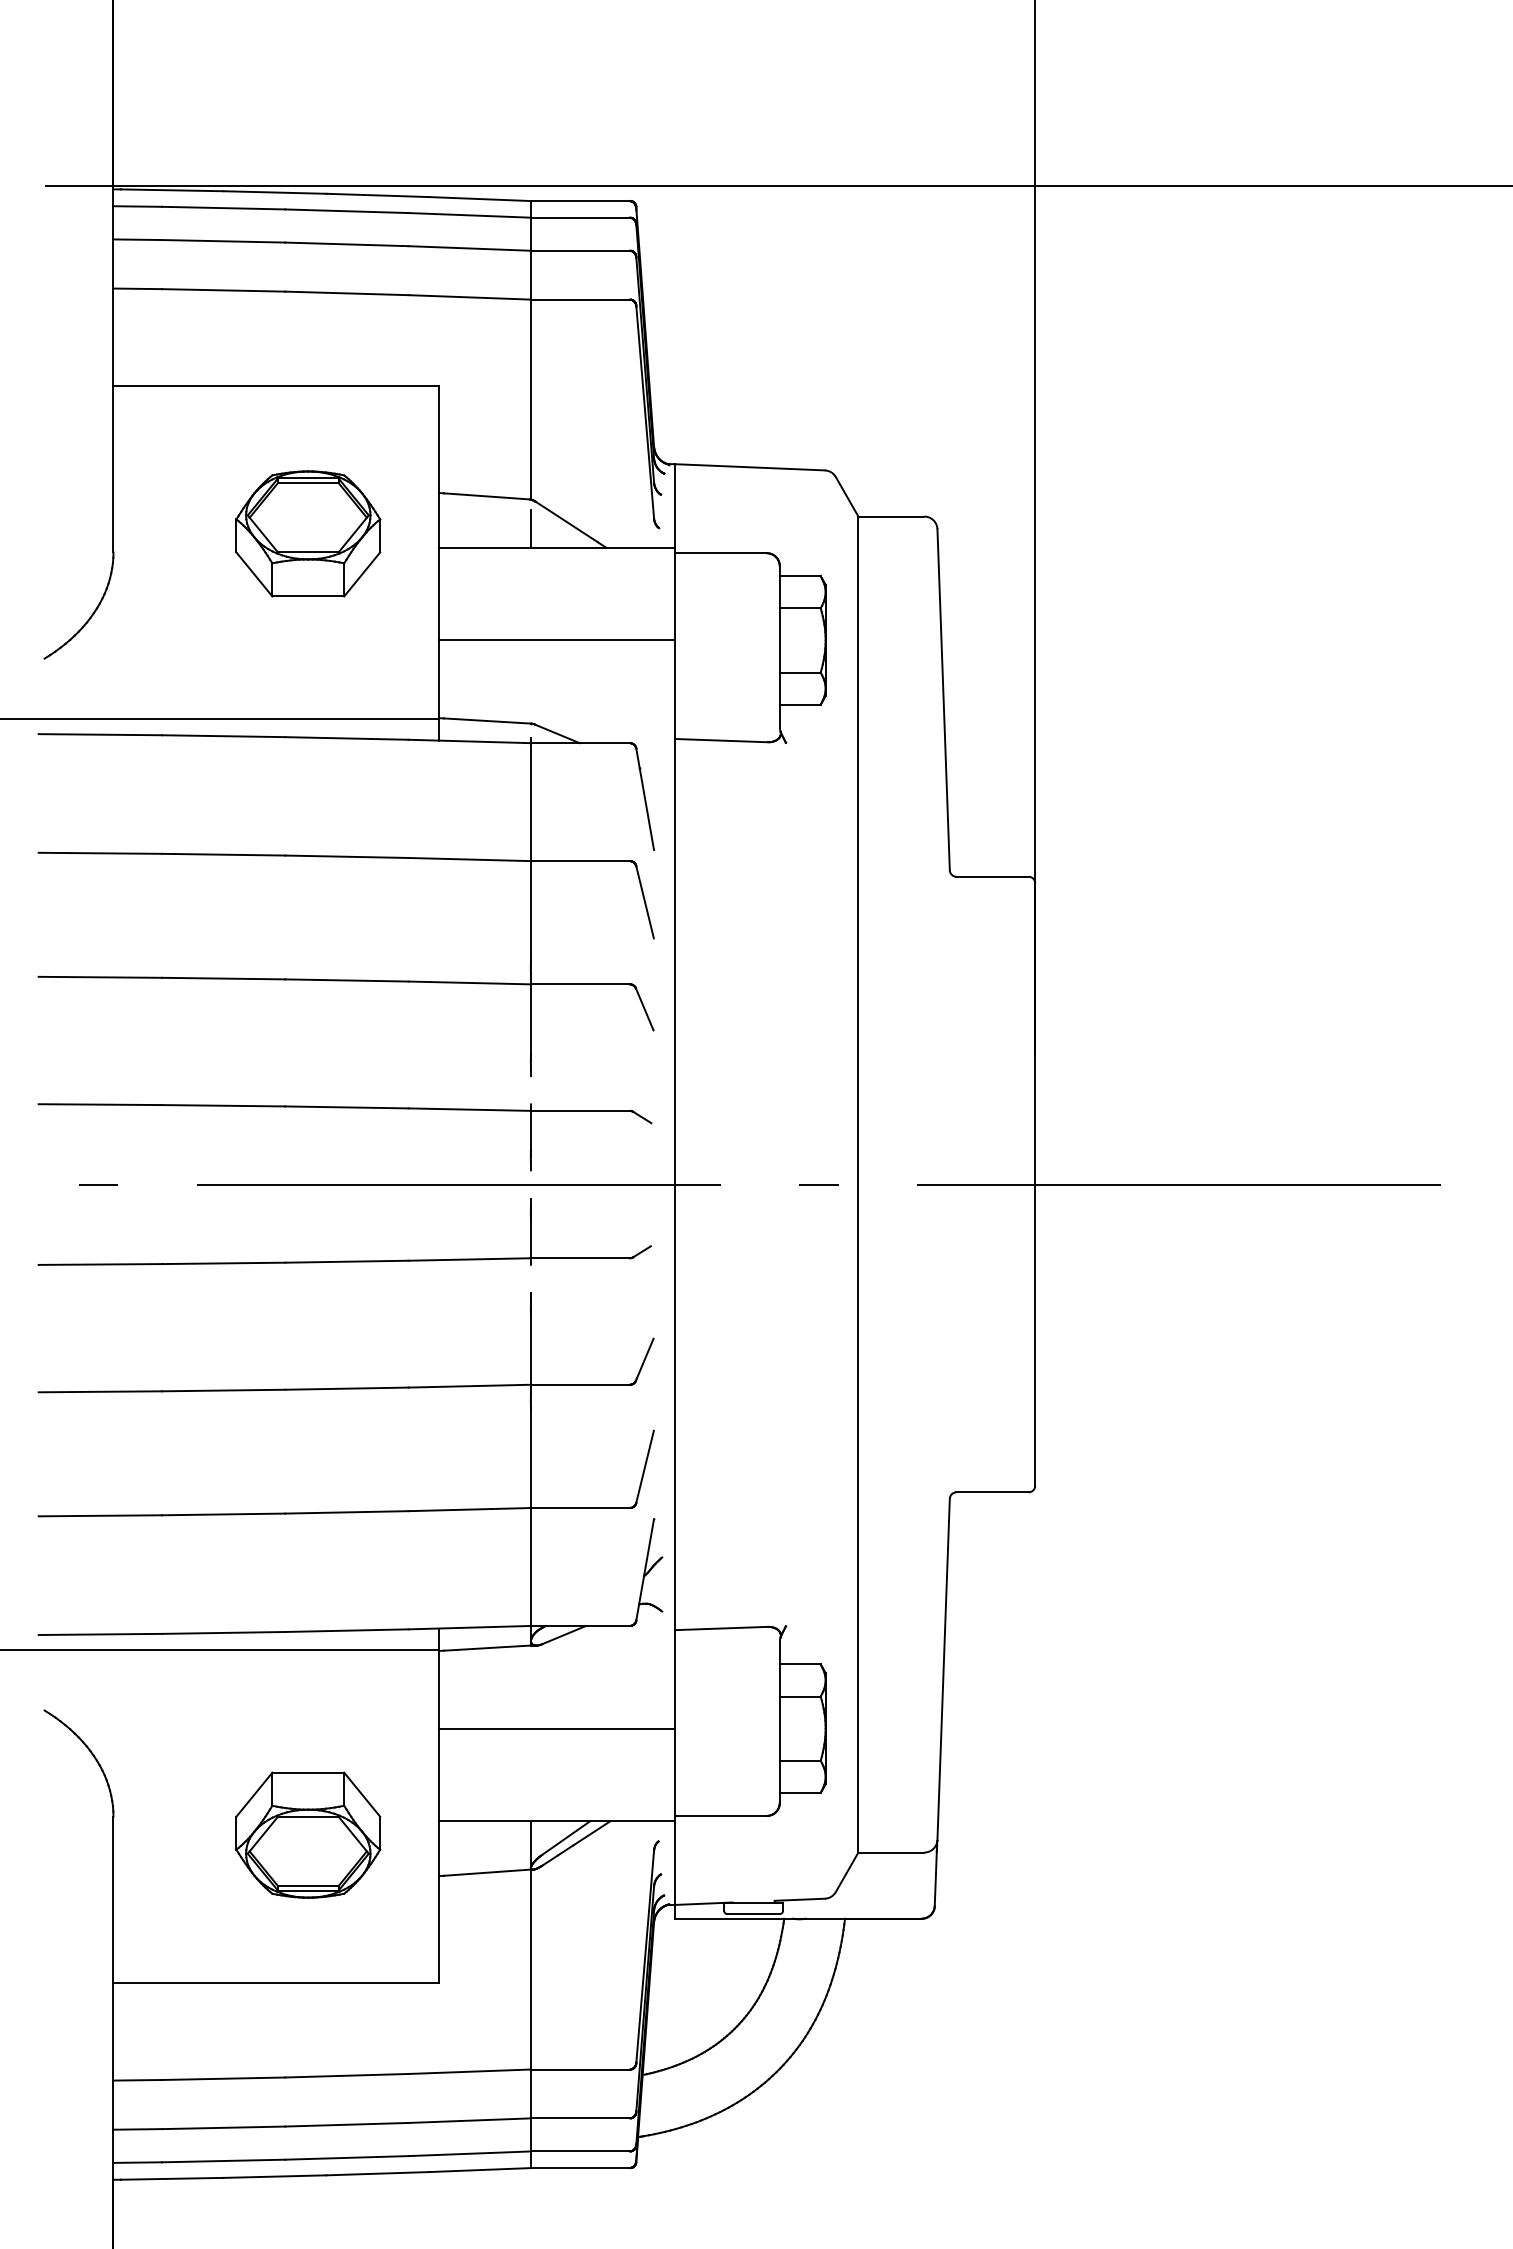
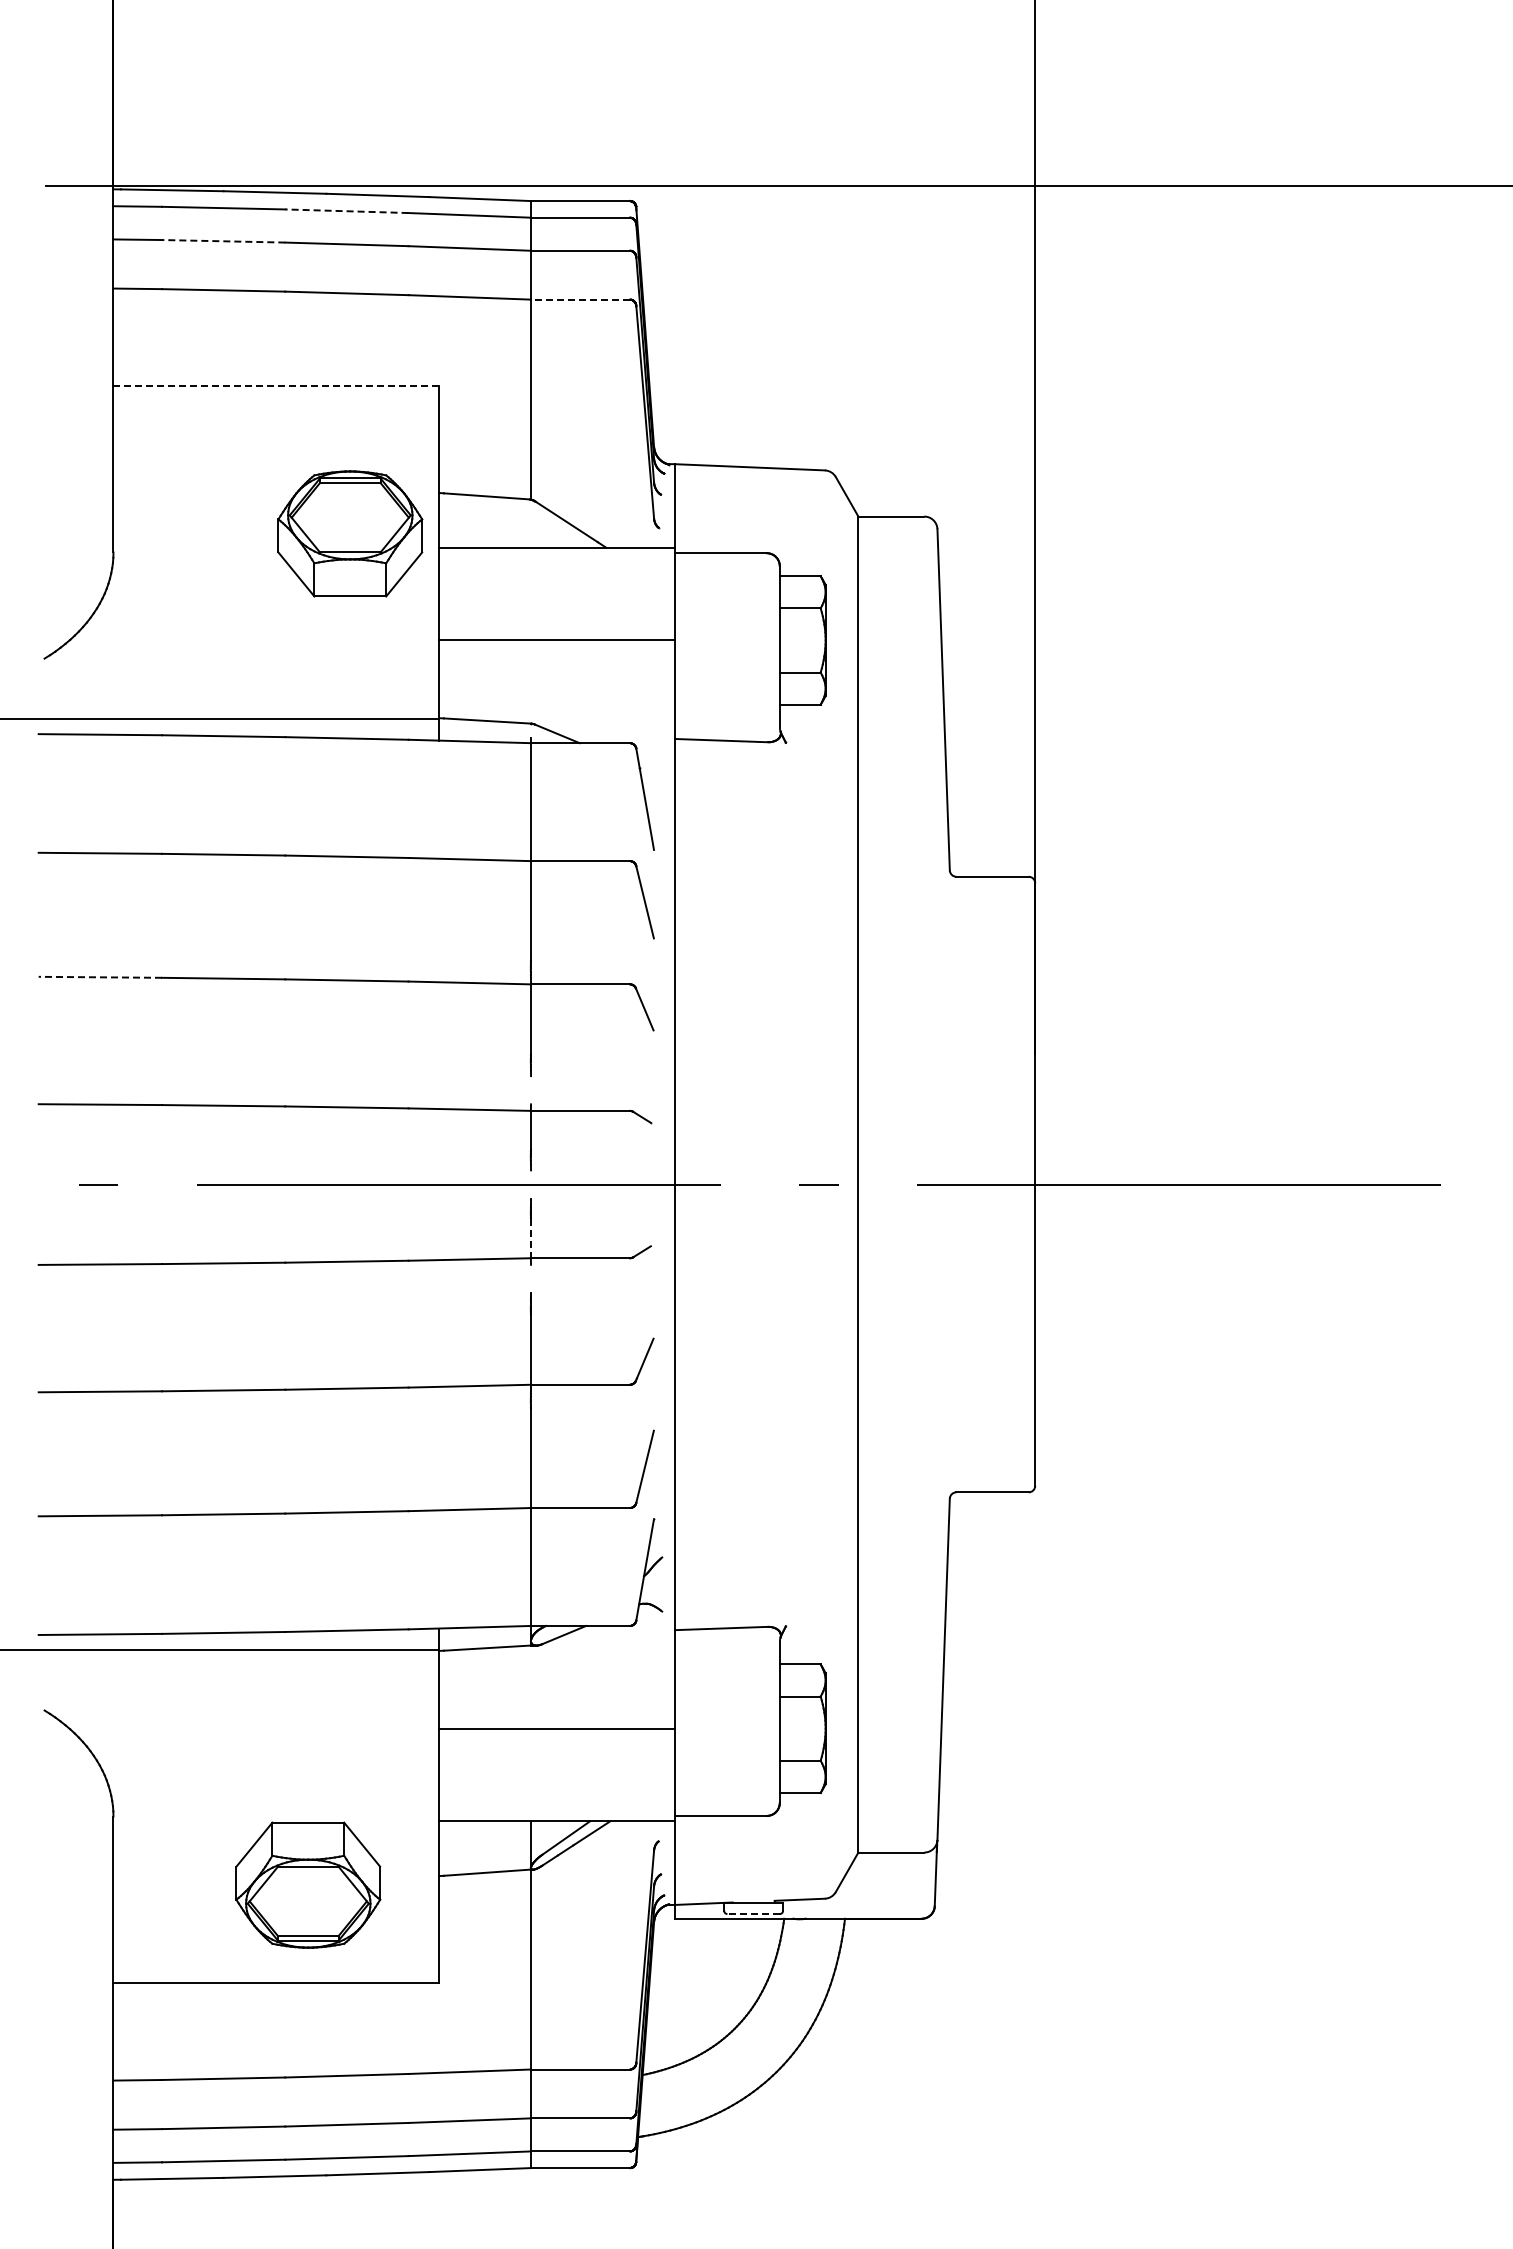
line at (346, 211): solid -> dashed
line at (223, 241): solid -> dashed
line at (579, 299): solid -> dashed
line at (276, 385): solid -> dashed
line at (530, 528): present -> none
part at (308, 533) position: (308, 533) -> (350, 533)
line at (100, 977): solid -> dashed
line at (530, 1238): solid -> dashed
part at (308, 1834) position: (308, 1834) -> (308, 1884)
line at (753, 1914): solid -> dashed
